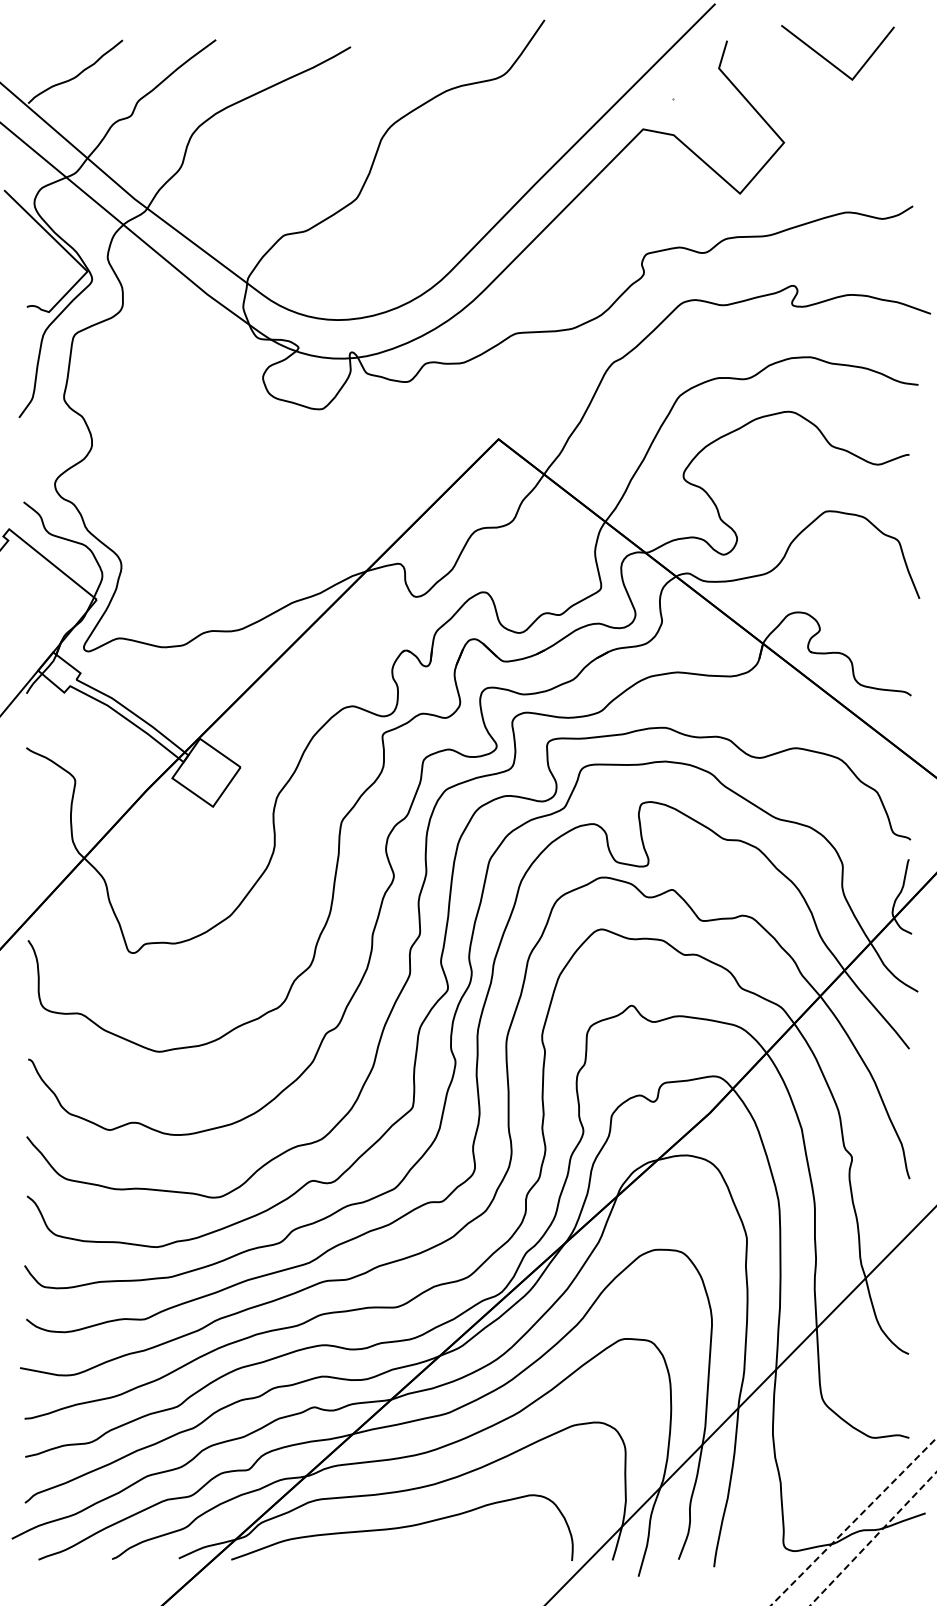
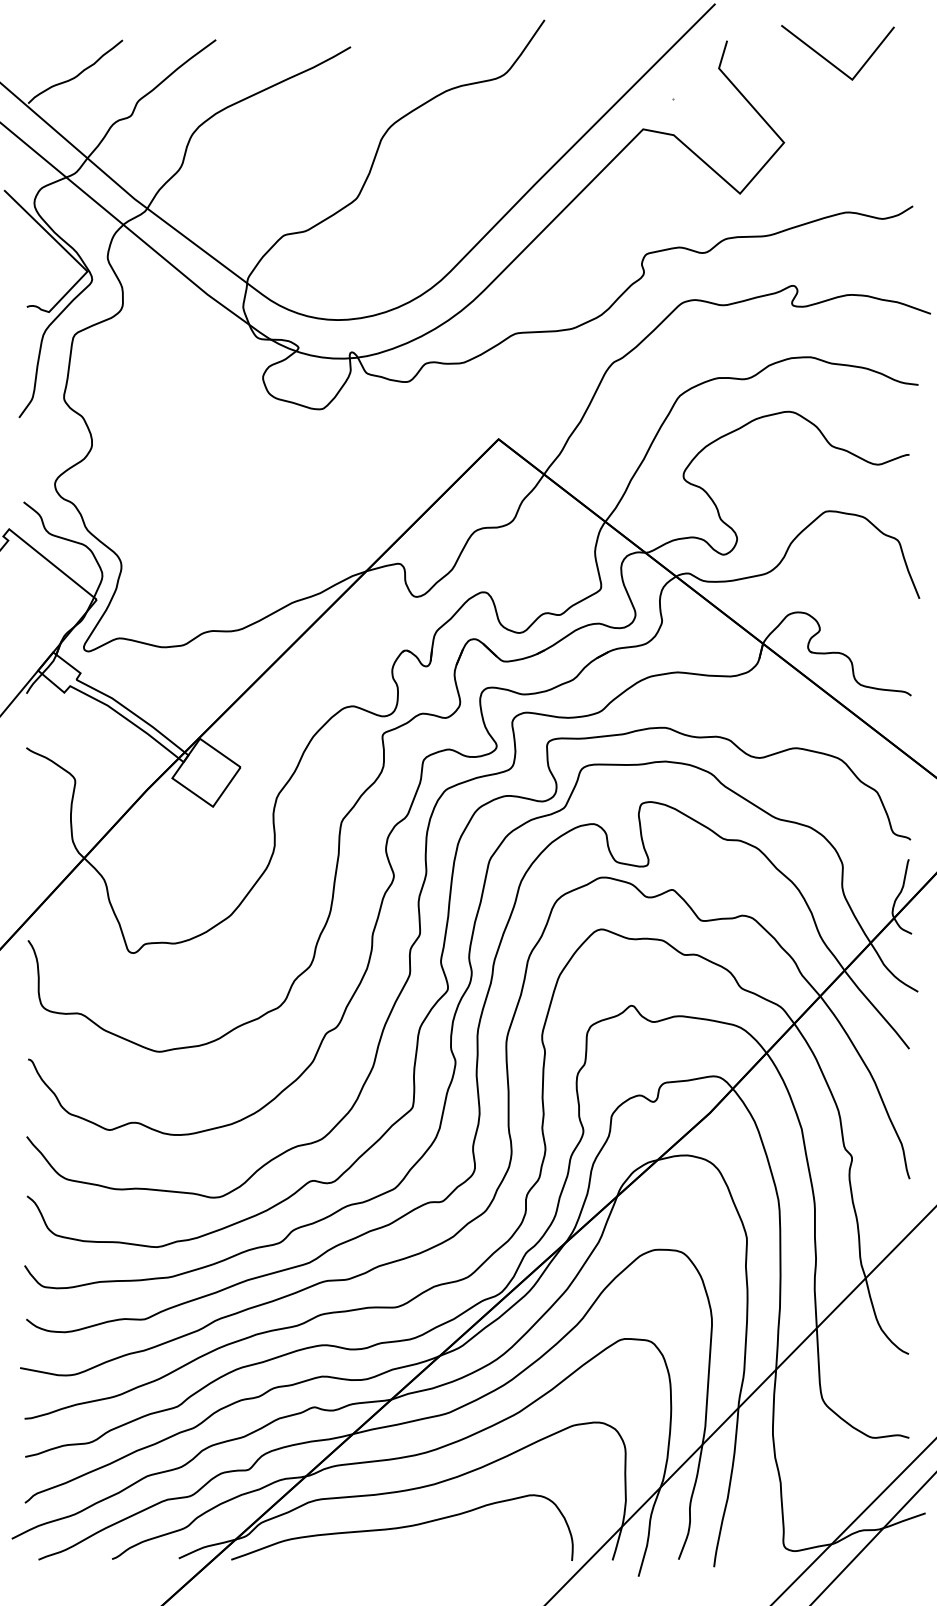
line at (854, 1521): dashed -> solid
line at (873, 1538): dashed -> solid
